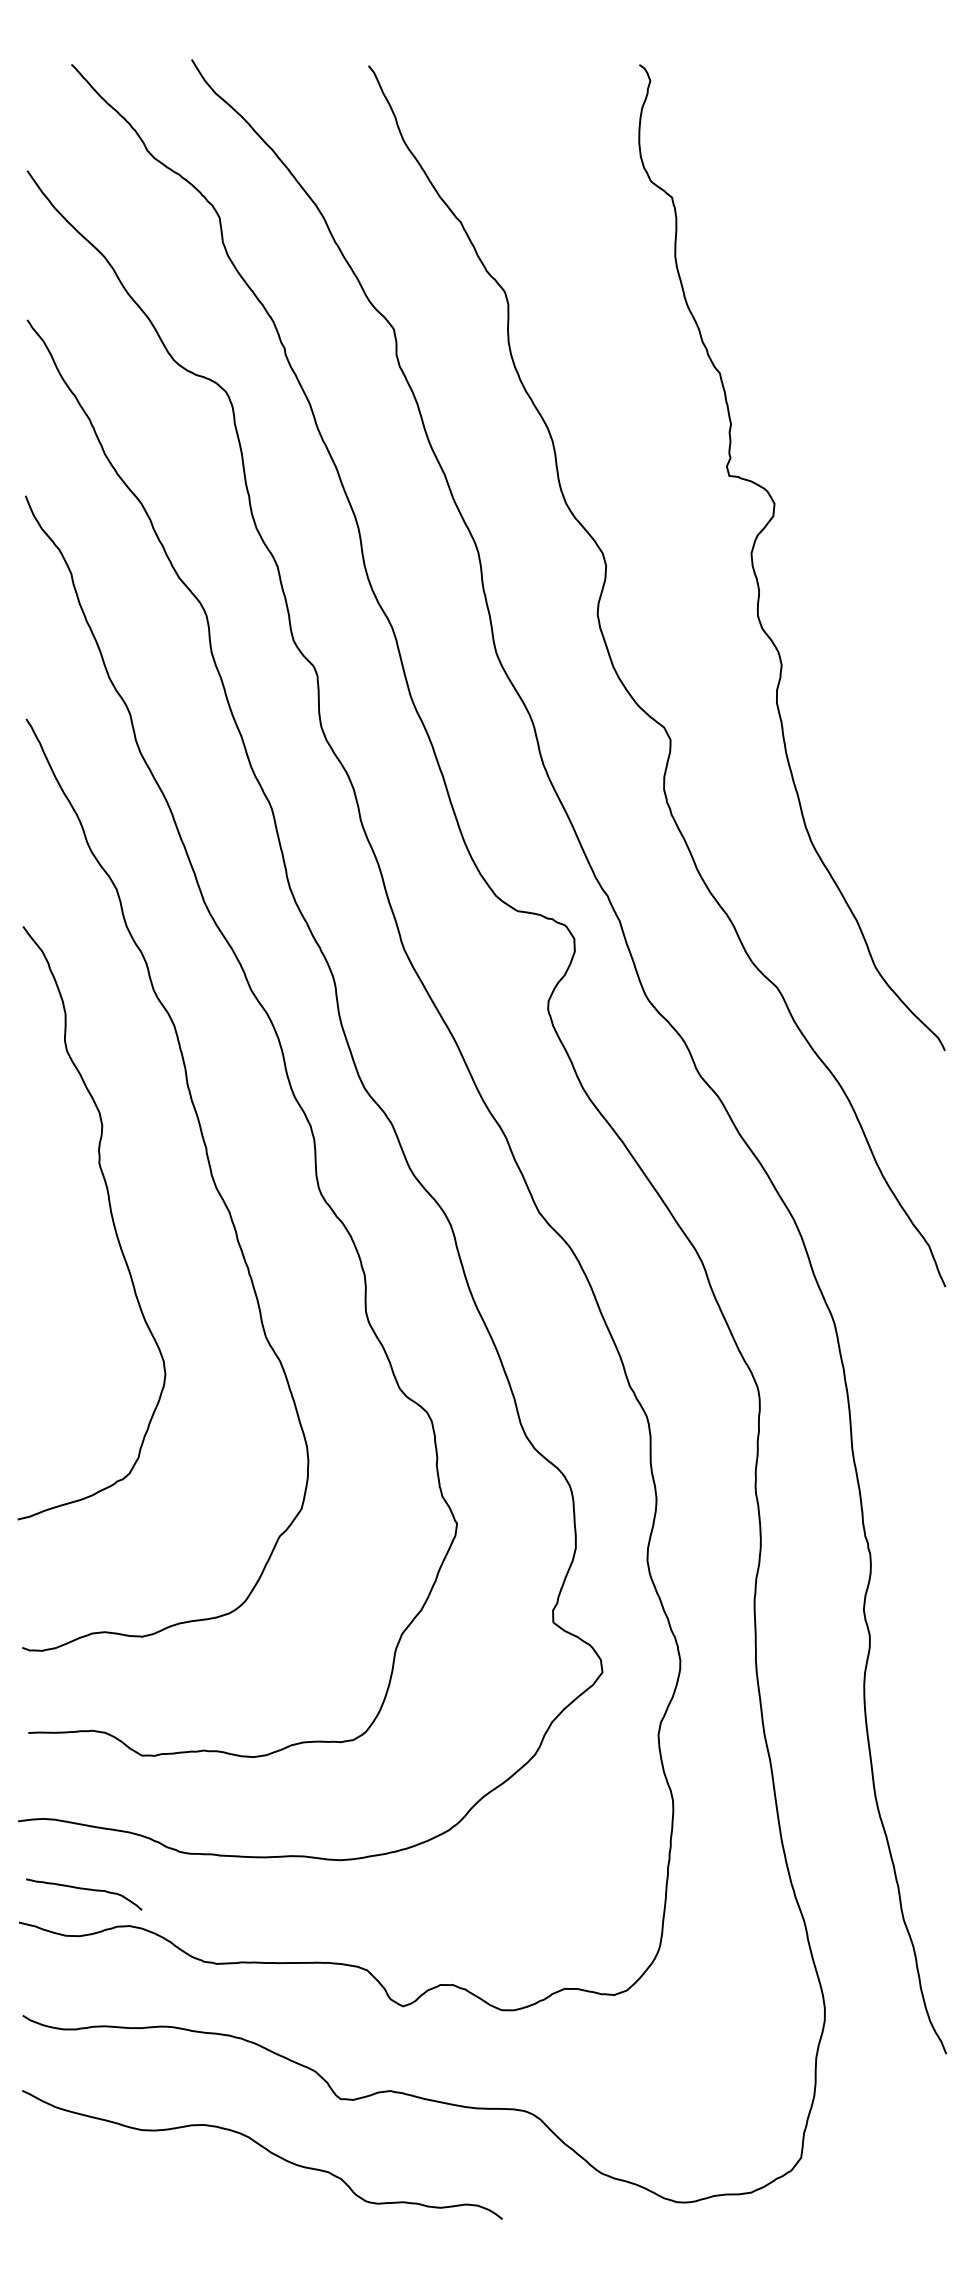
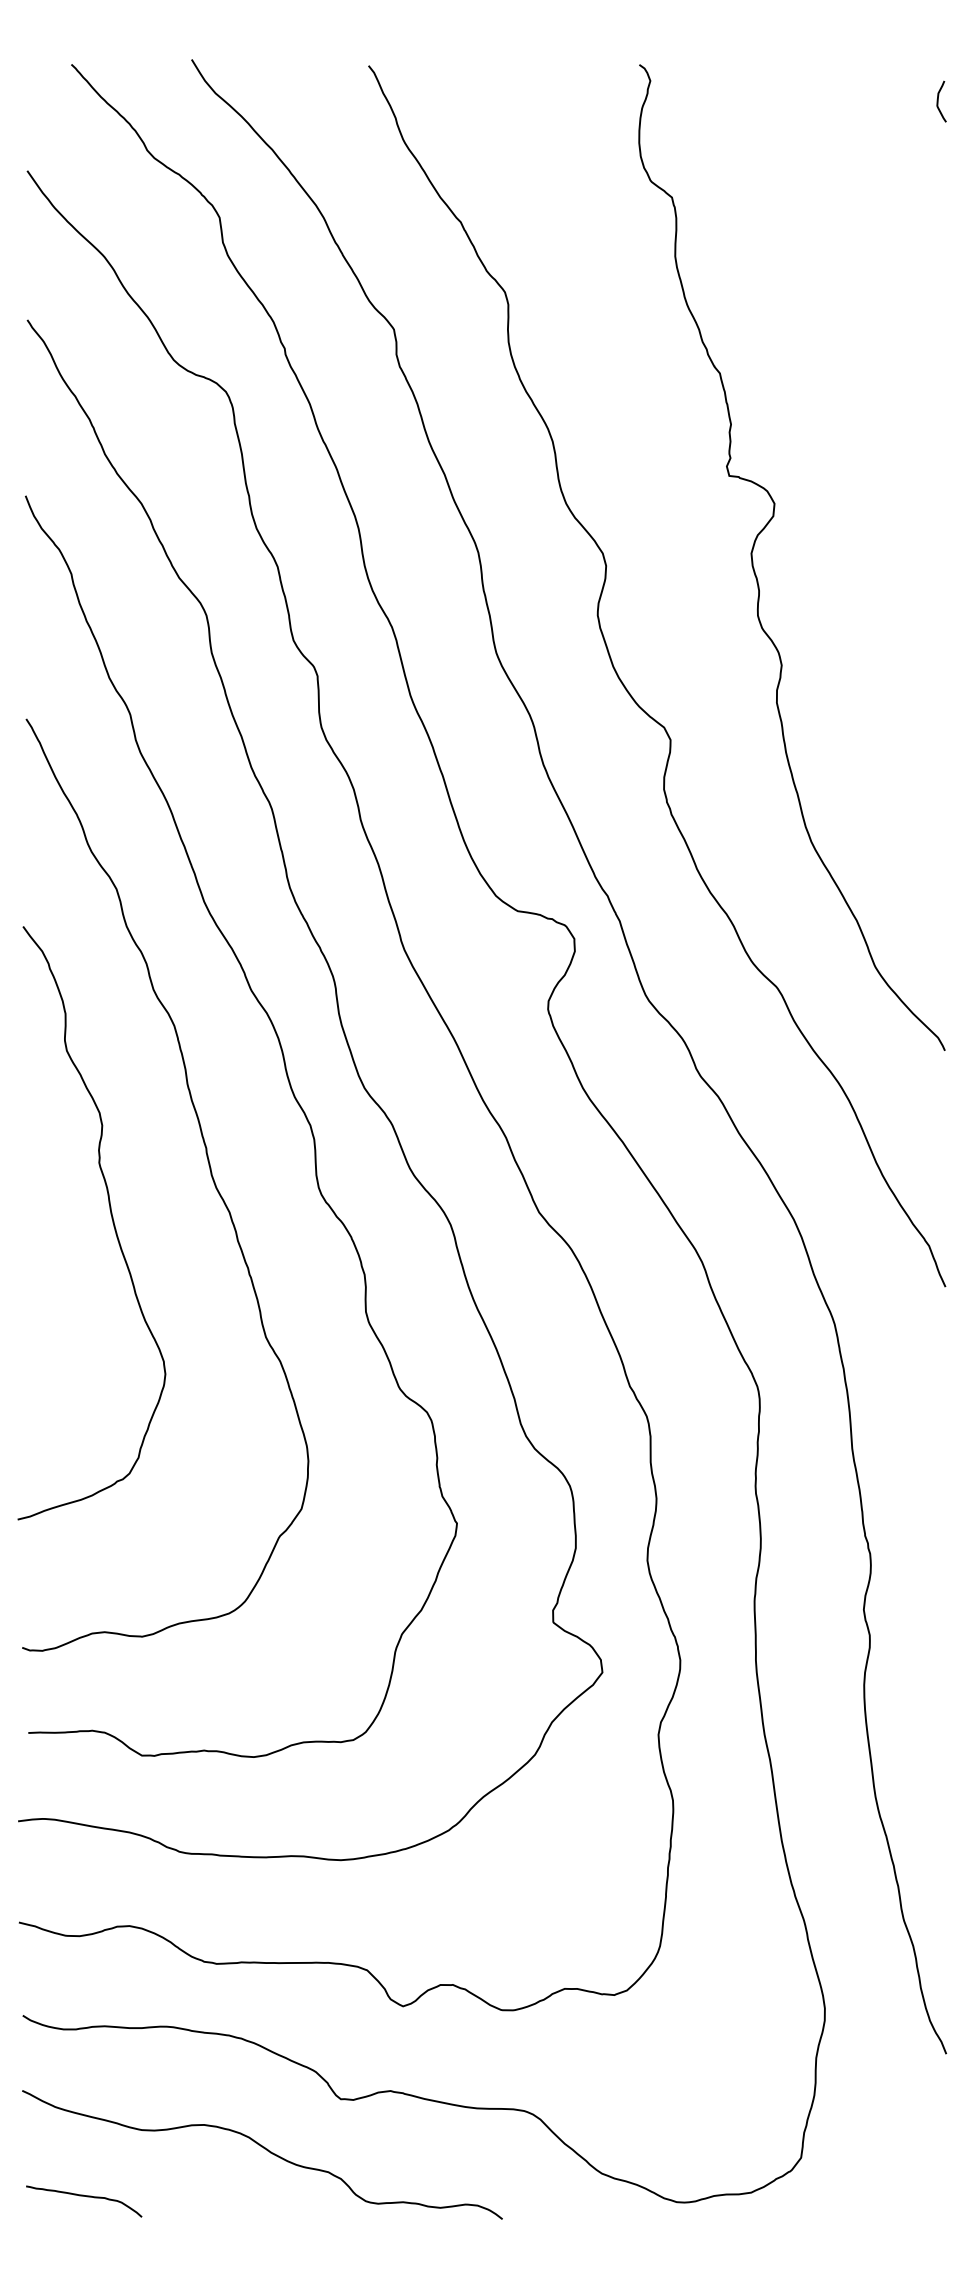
curve at (938, 101): none -> present
curve at (84, 1889) position: (84, 1889) -> (84, 2196)
